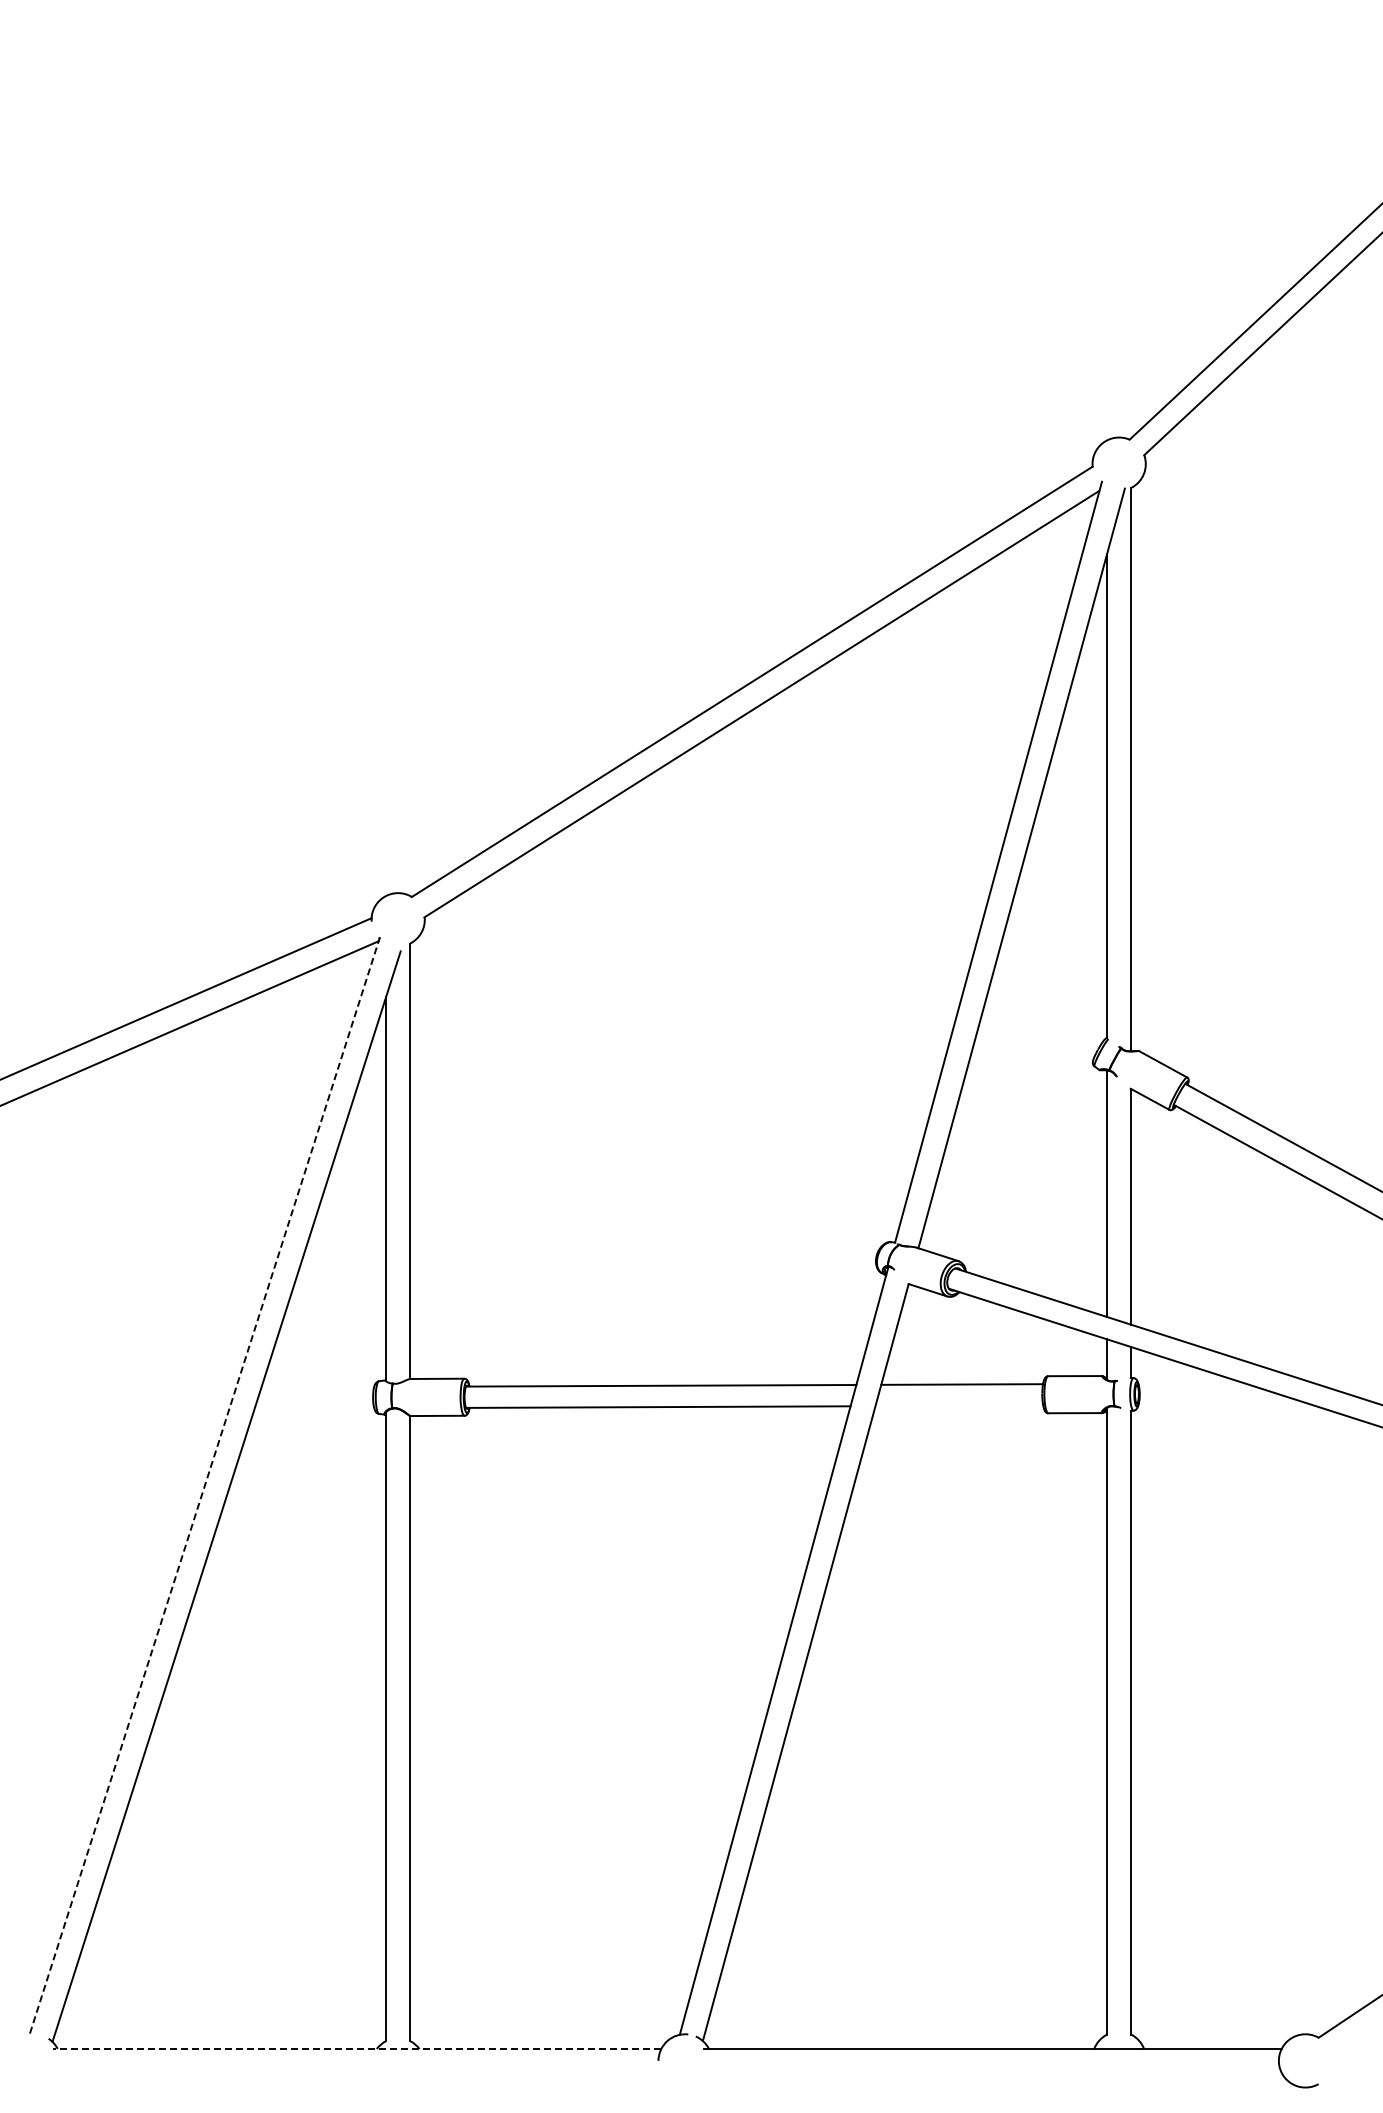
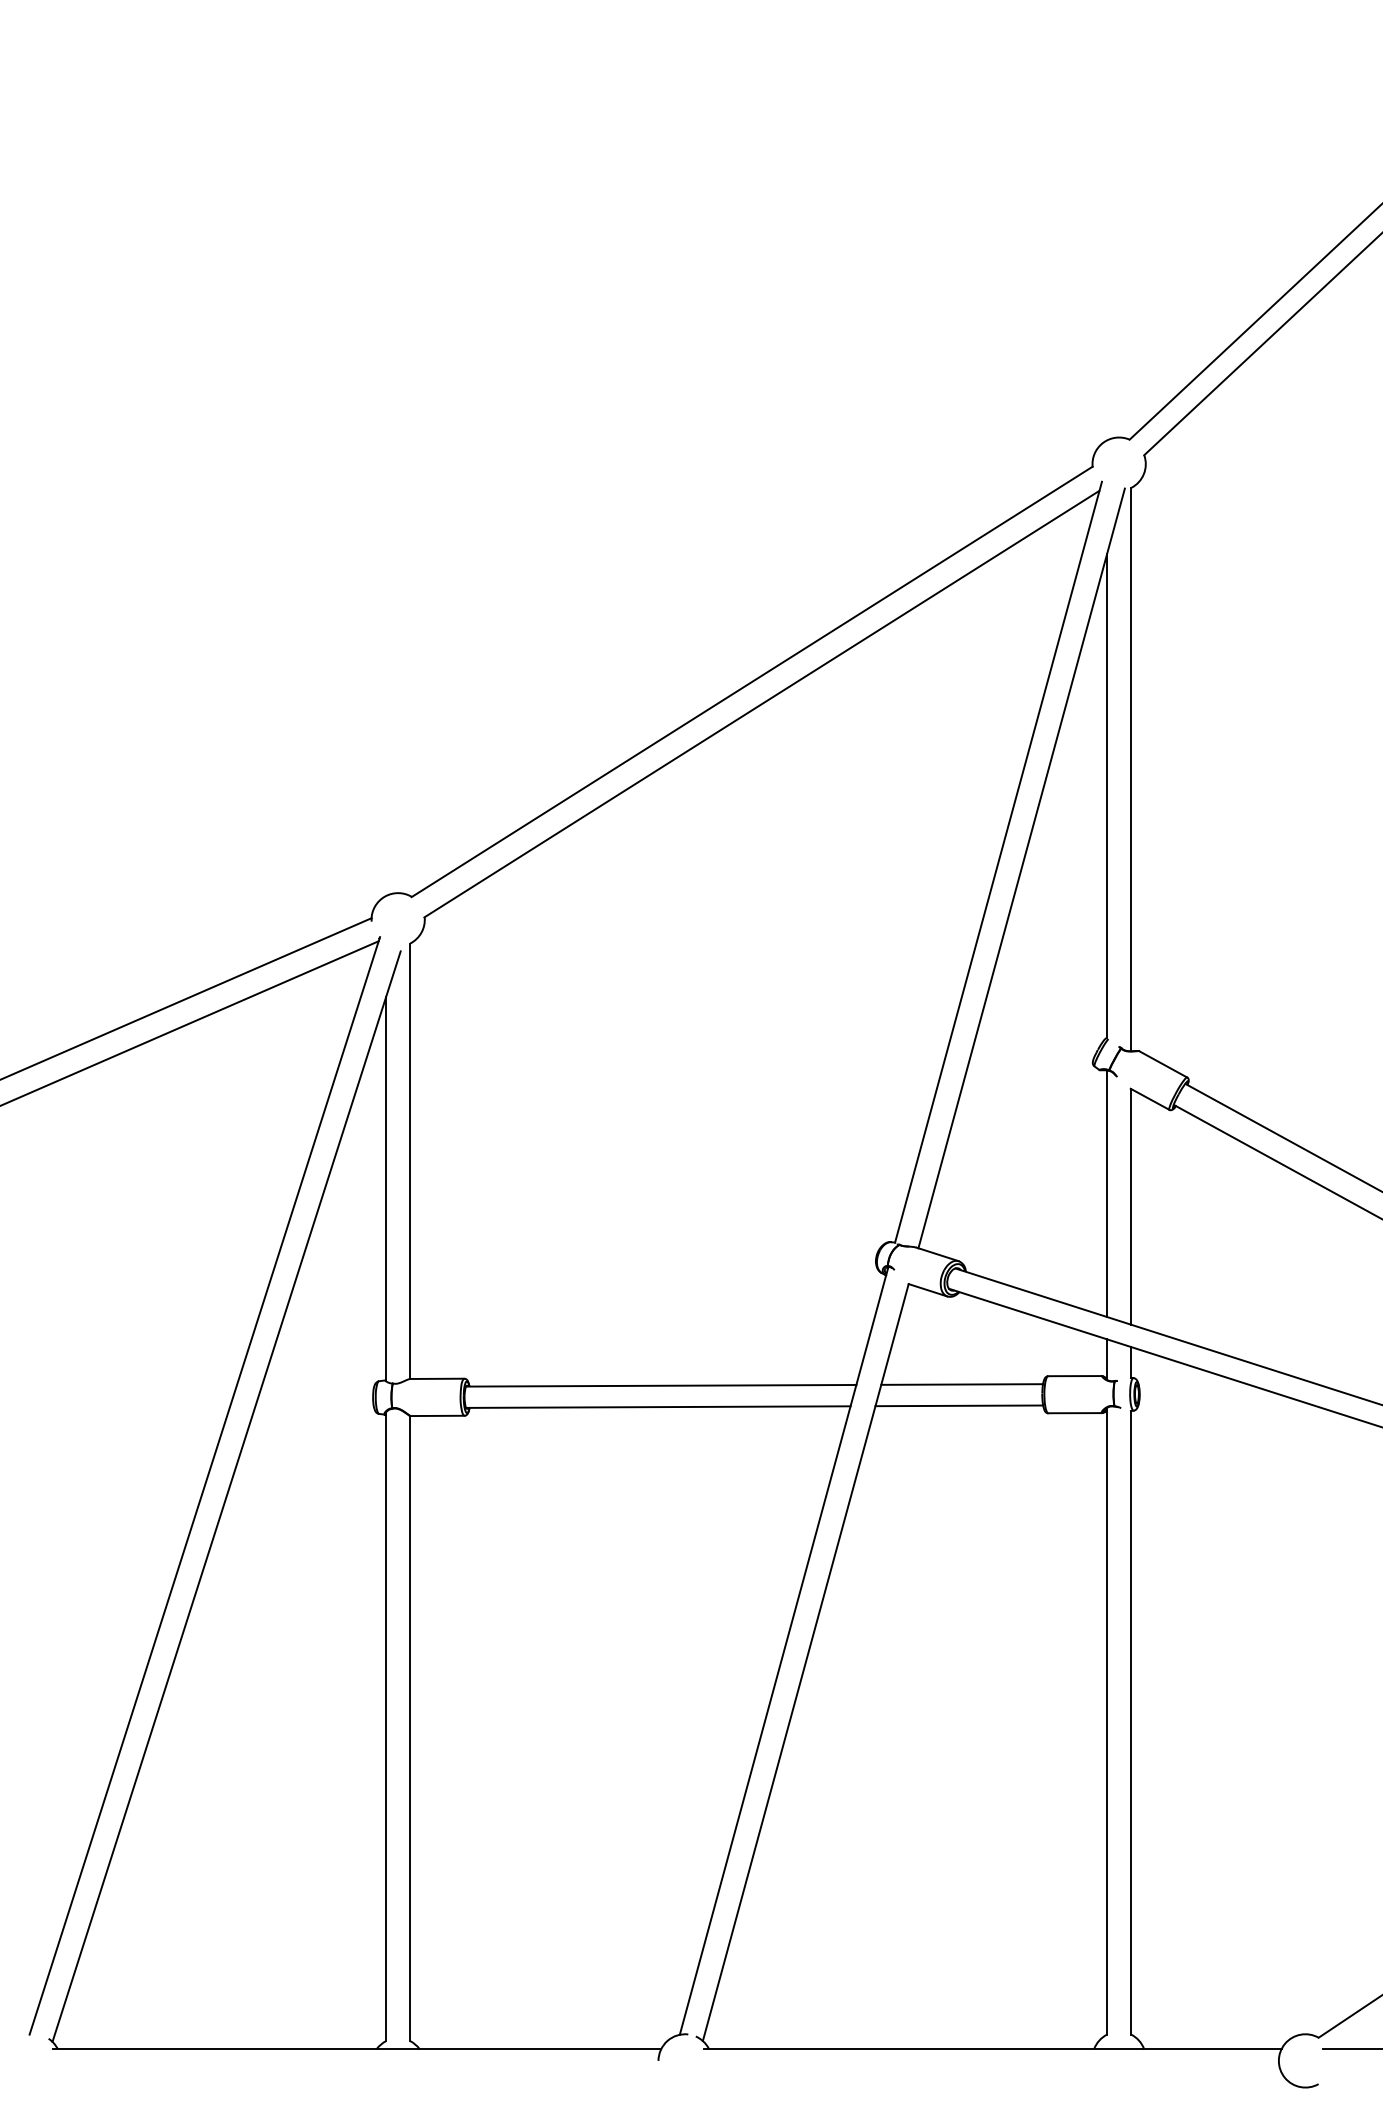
line at (959, 1405): none -> present
line at (204, 1486): dashed -> solid
line at (356, 2048): dashed -> solid
line at (1350, 2048): none -> present
